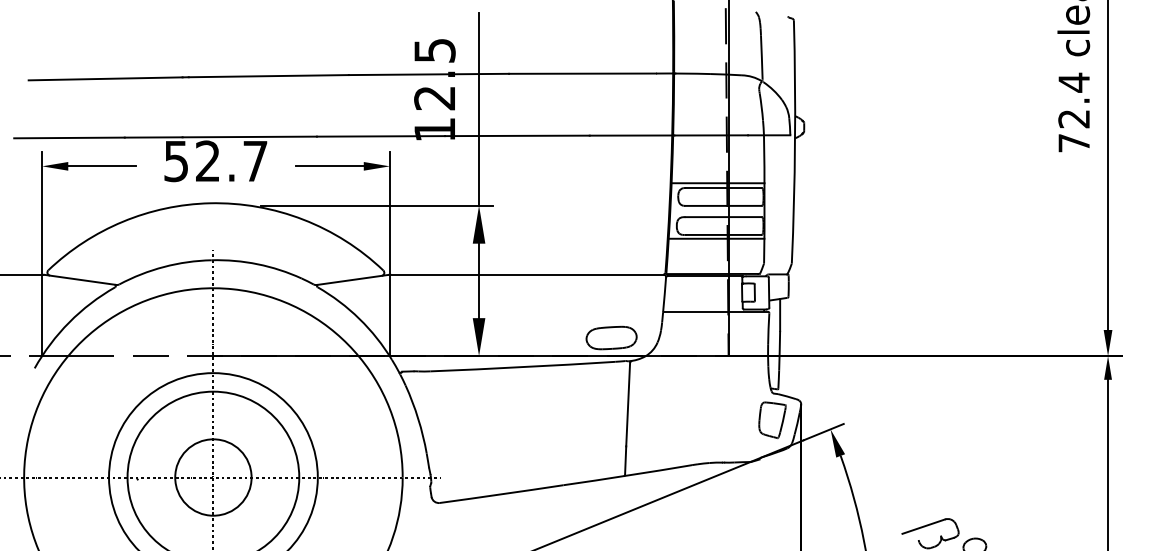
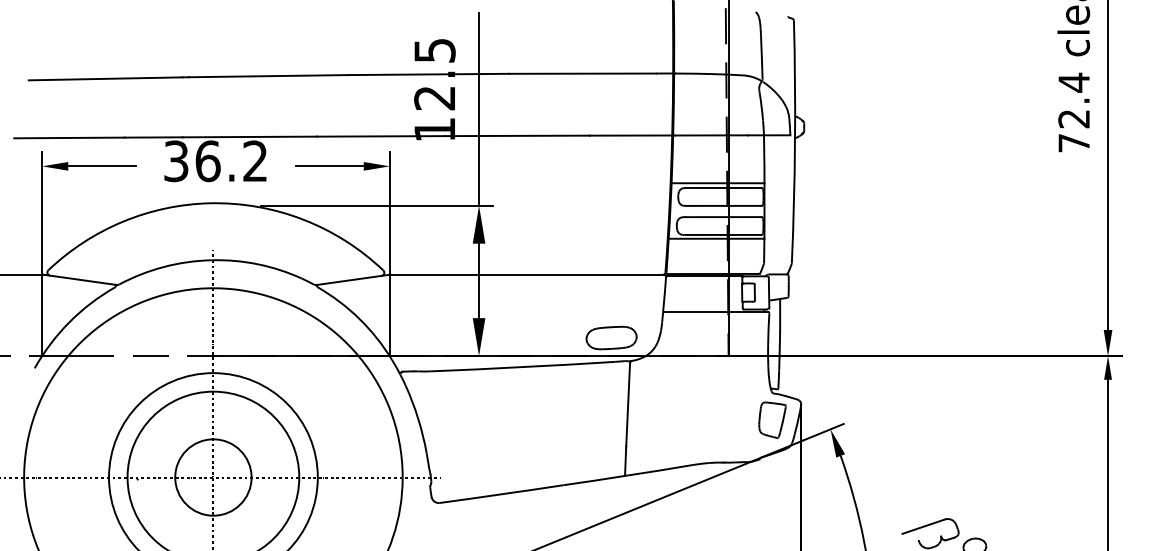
text at (215, 161): 52.7 -> 36.2
